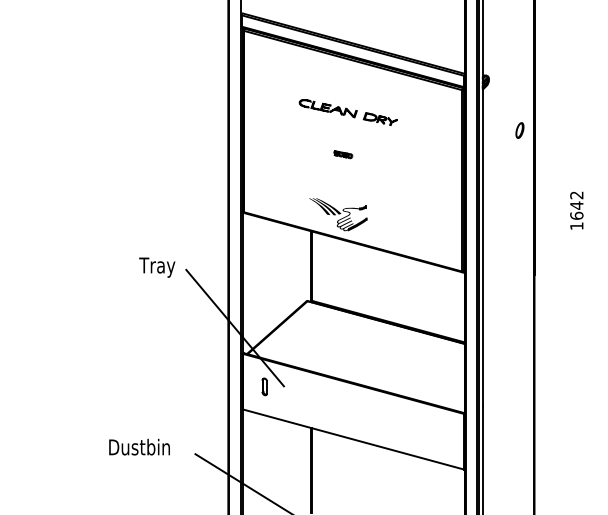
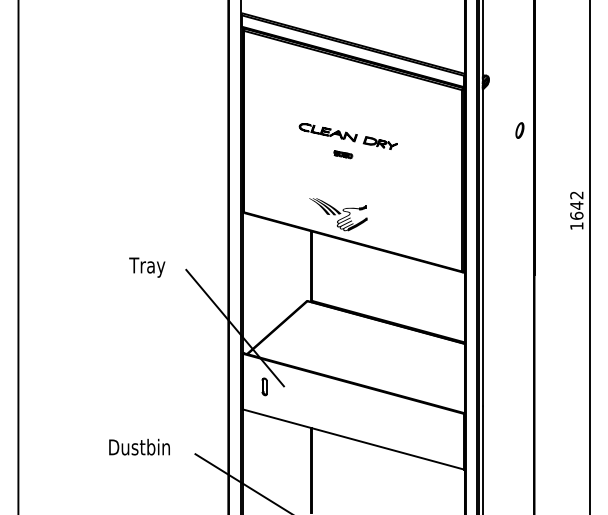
part at (347, 112) position: (347, 112) -> (347, 136)
line at (18, 256): none -> present
line at (589, 256): none -> present
text at (157, 267) position: (157, 267) -> (147, 267)
